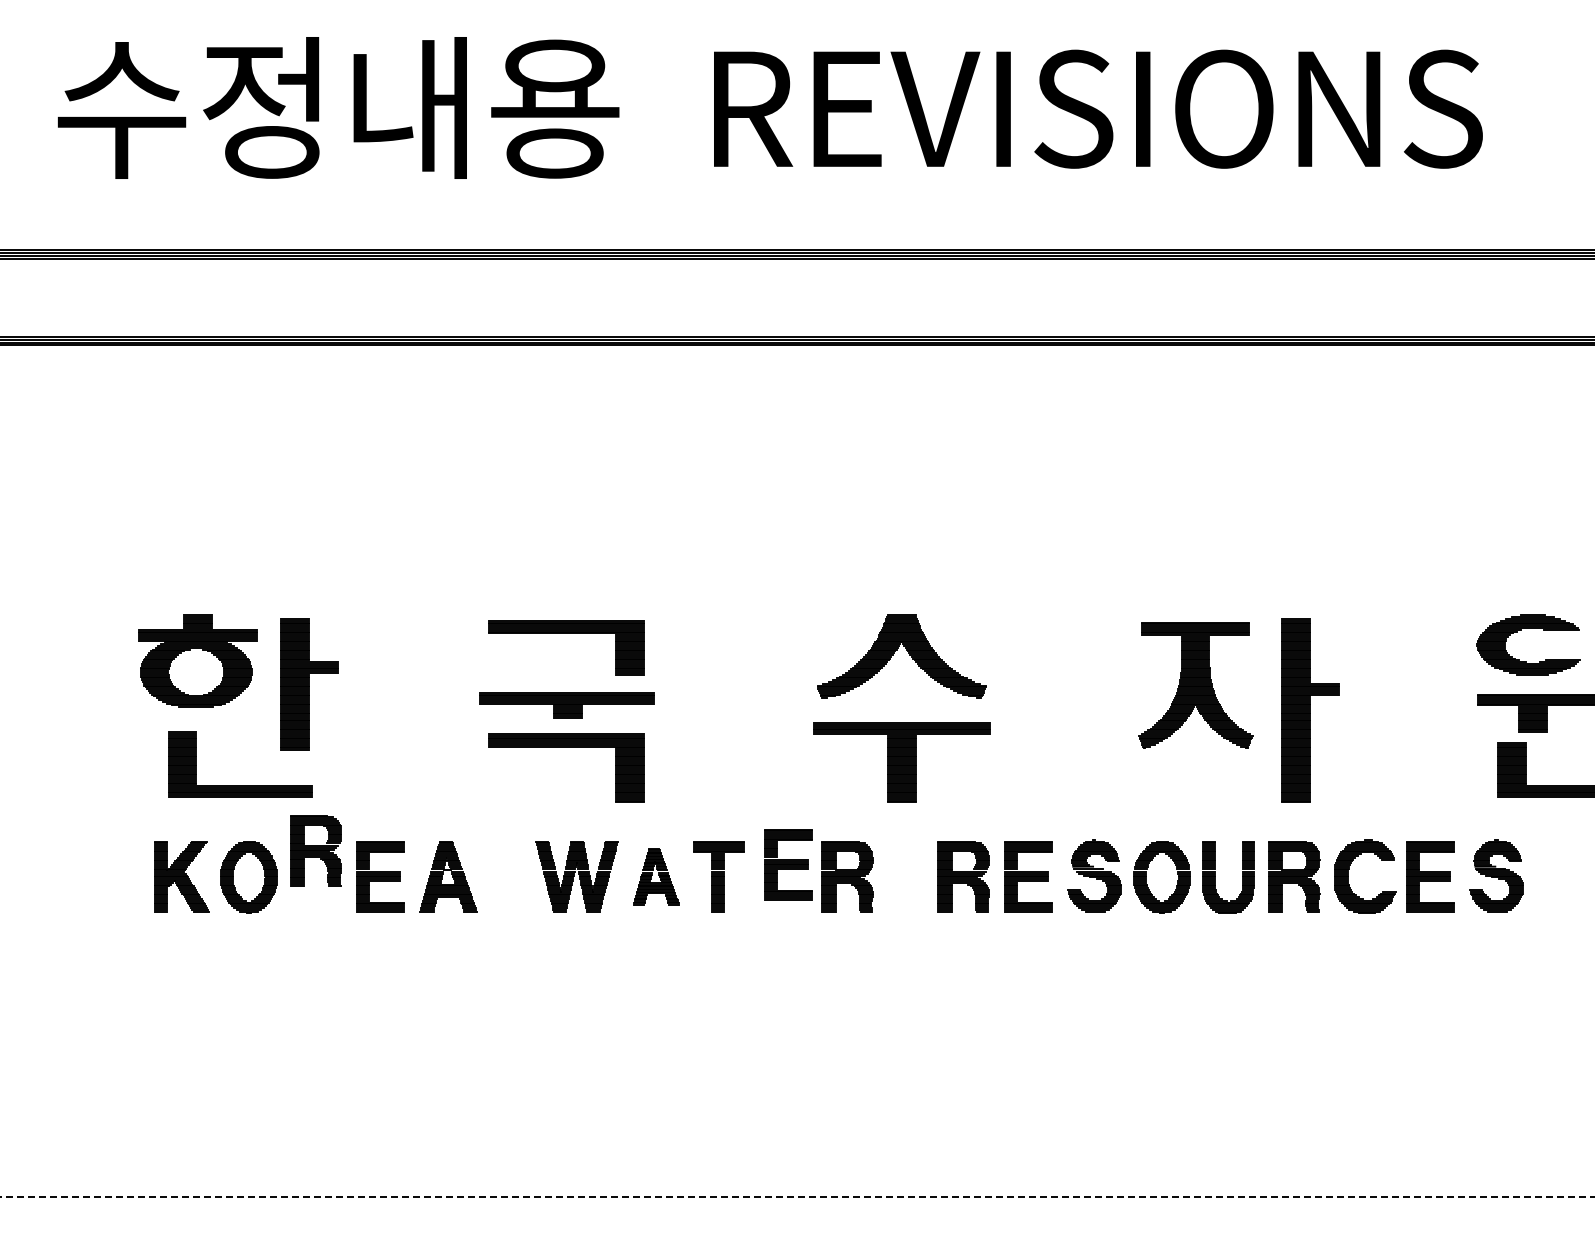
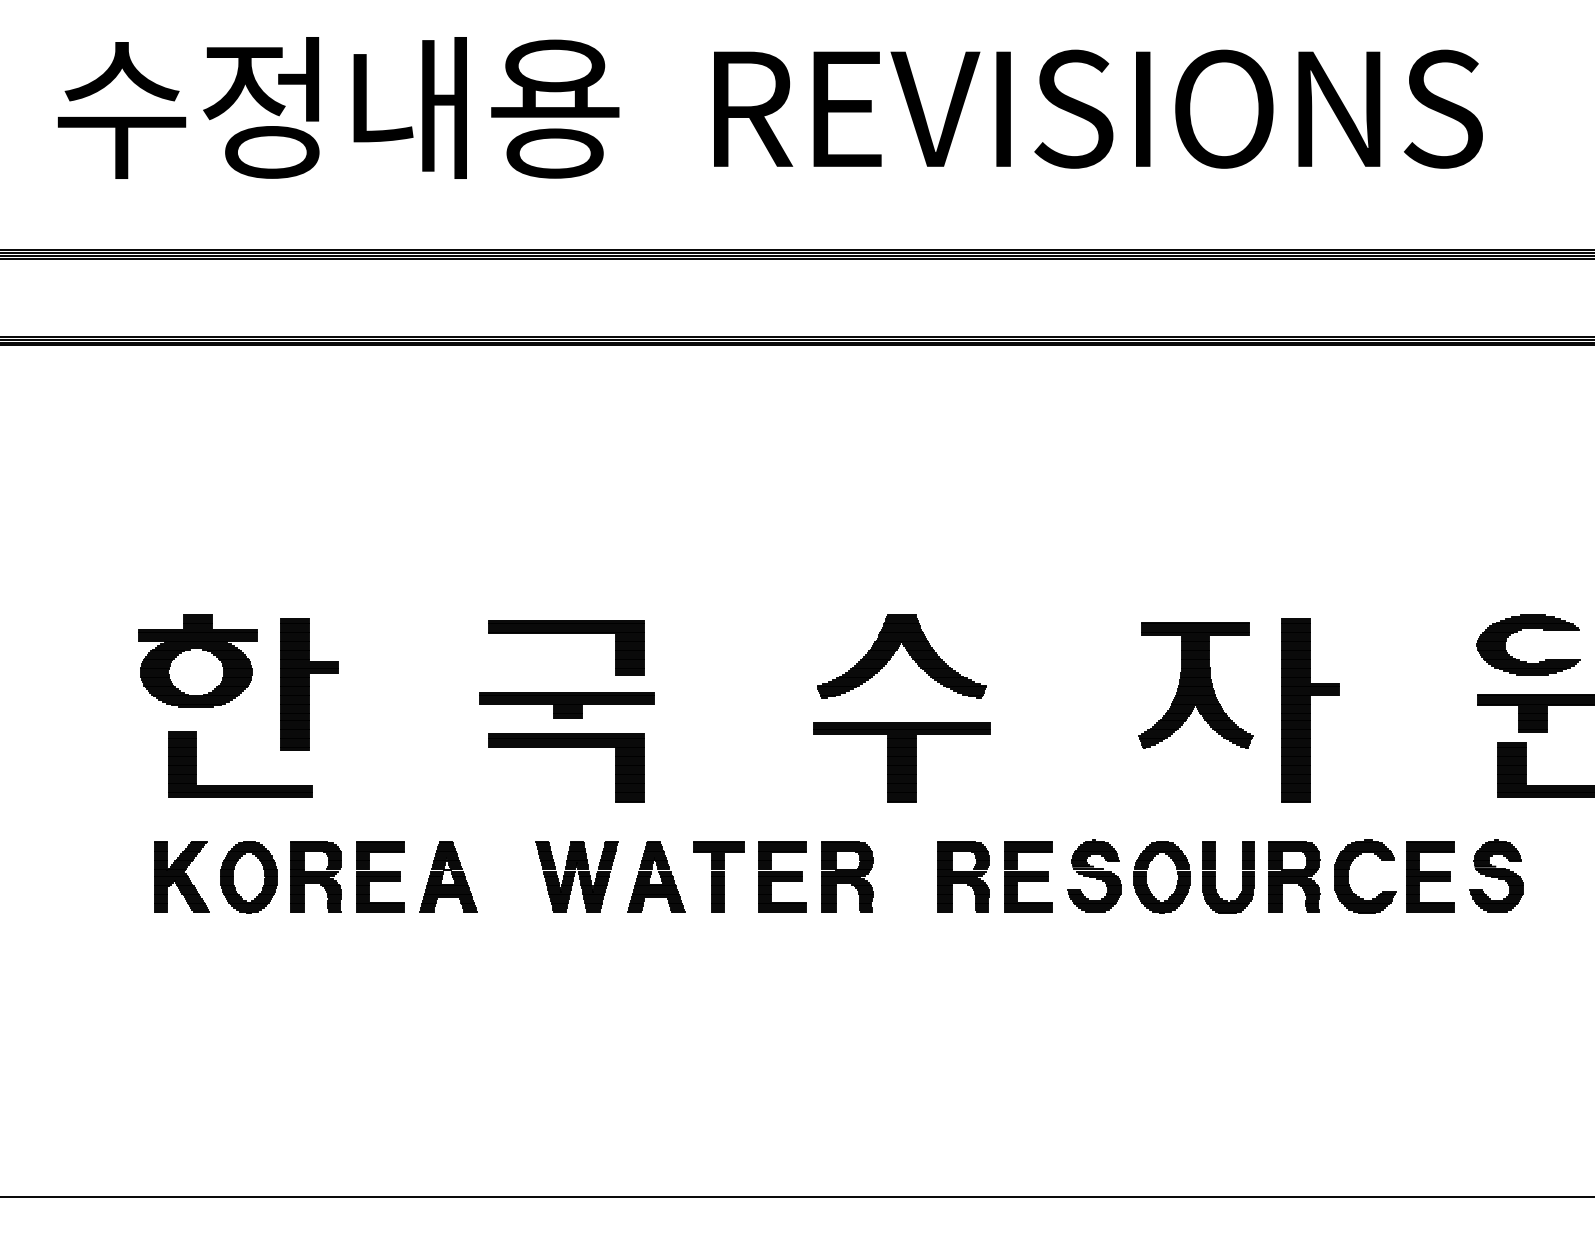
part at (315, 850) position: (315, 850) -> (315, 876)
part at (788, 864) position: (788, 864) -> (782, 876)
part at (656, 876) size: 47x58 px -> 59x72 px
line at (797, 1196): dashed -> solid
